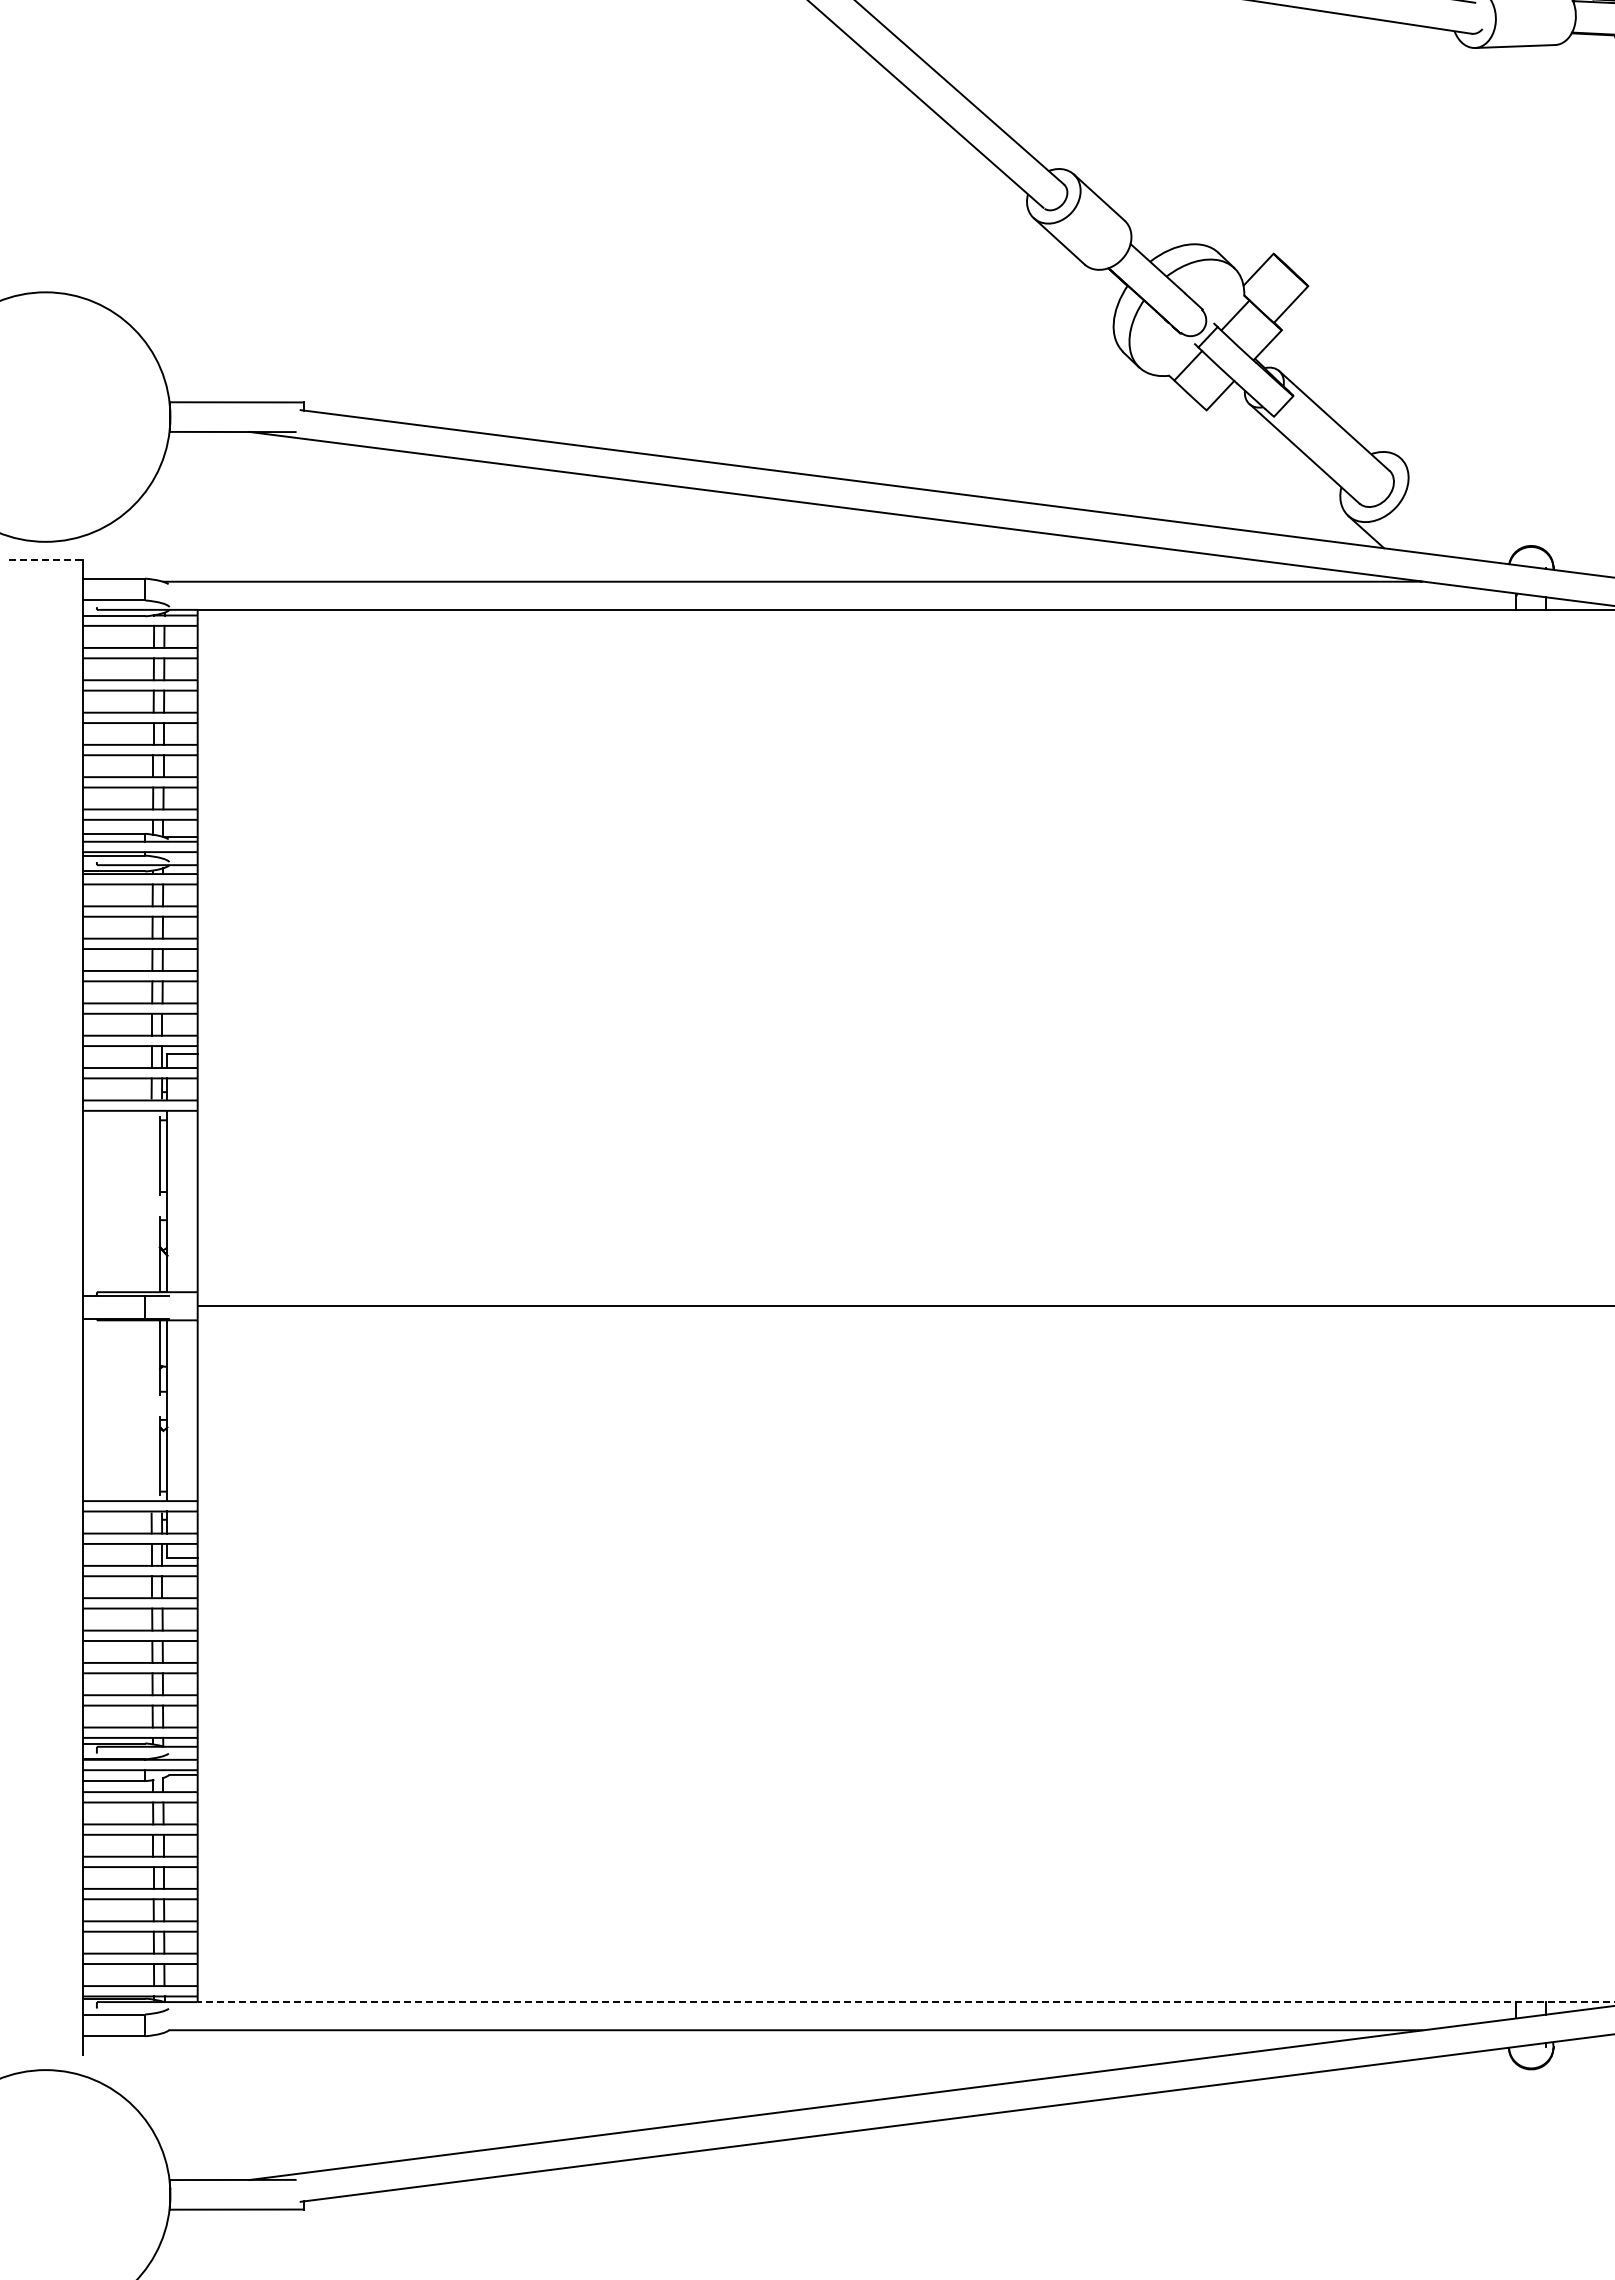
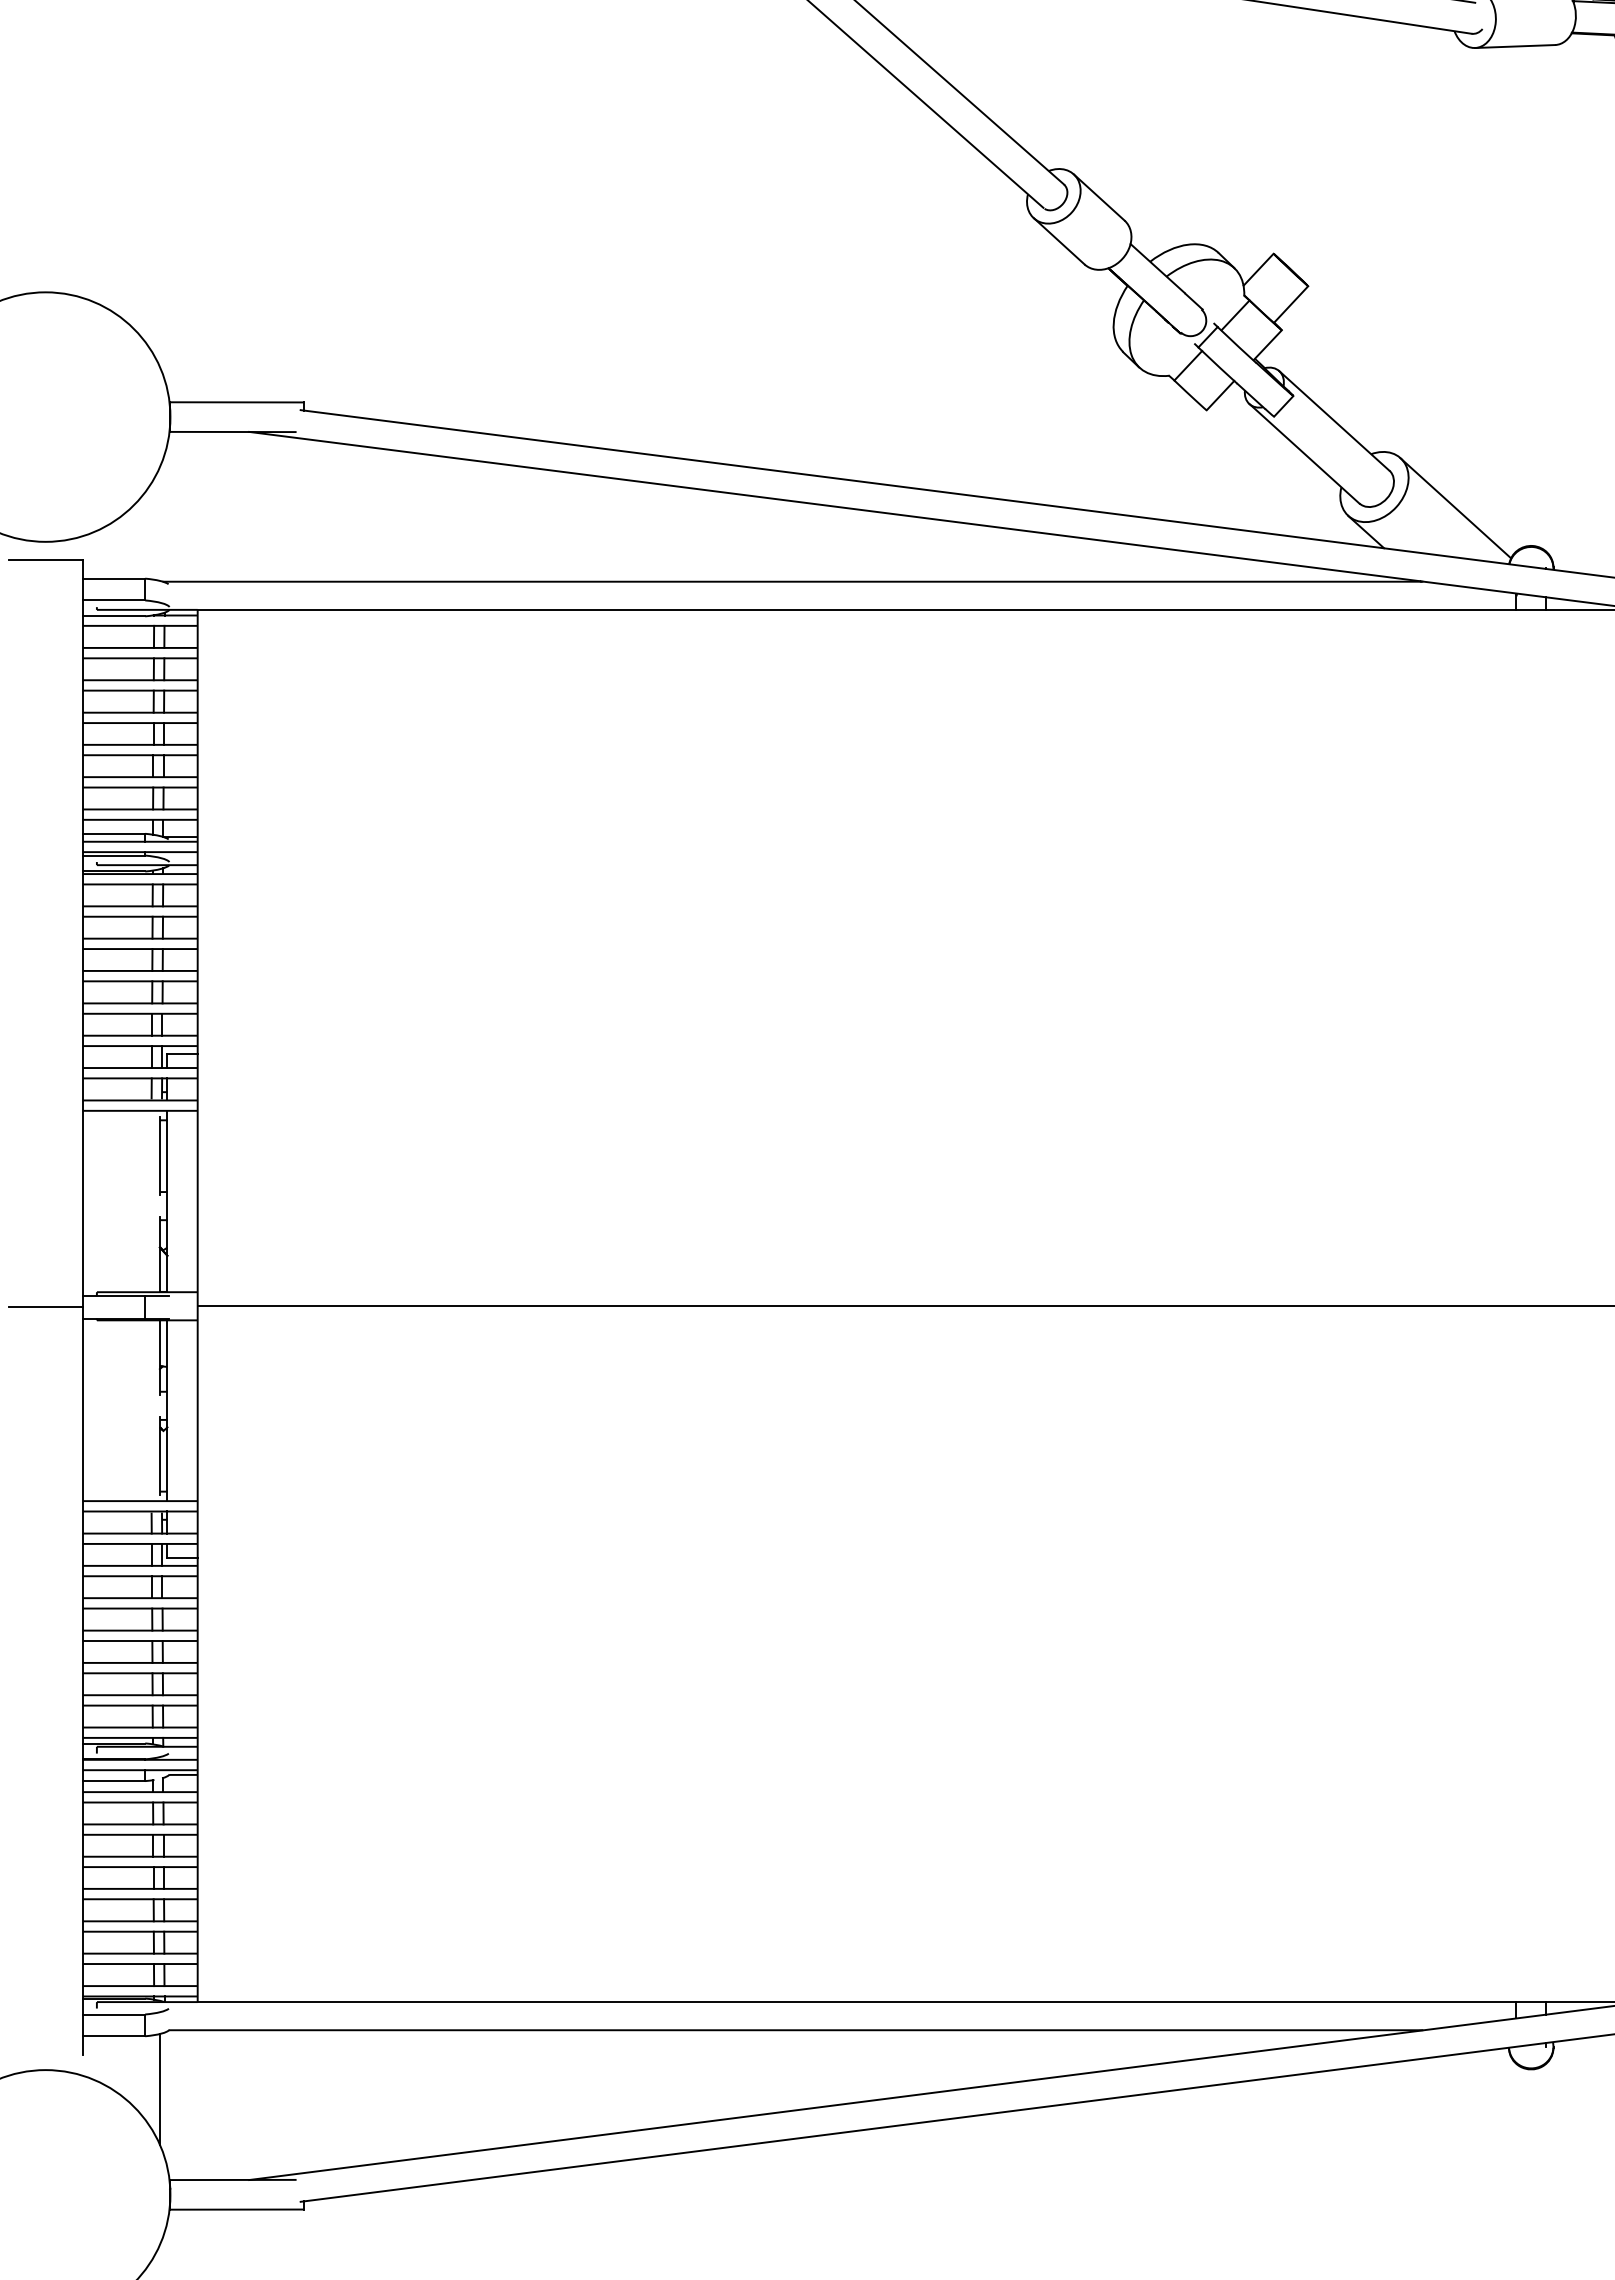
line at (1455, 508): none -> present
line at (46, 559): dashed -> solid
line at (45, 1307): none -> present
line at (905, 2002): dashed -> solid
line at (159, 2089): none -> present
